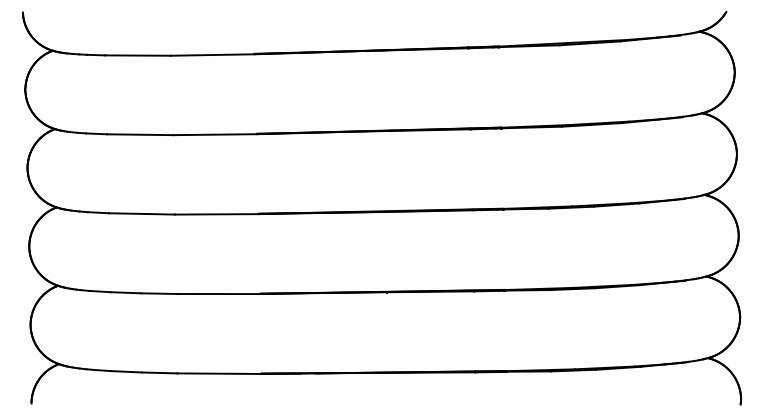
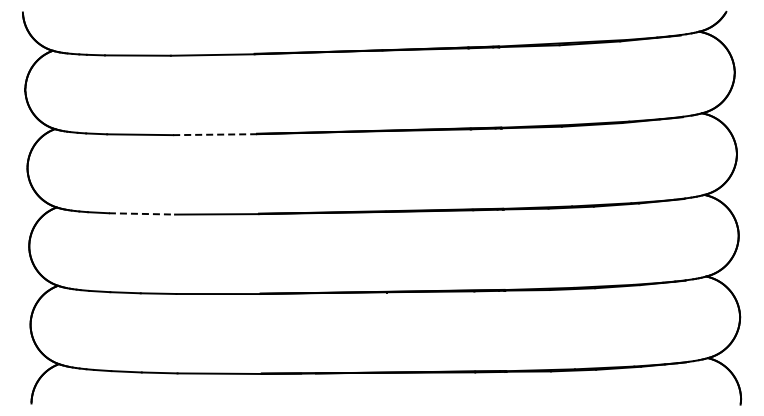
line at (215, 134): solid -> dashed
line at (142, 213): solid -> dashed
